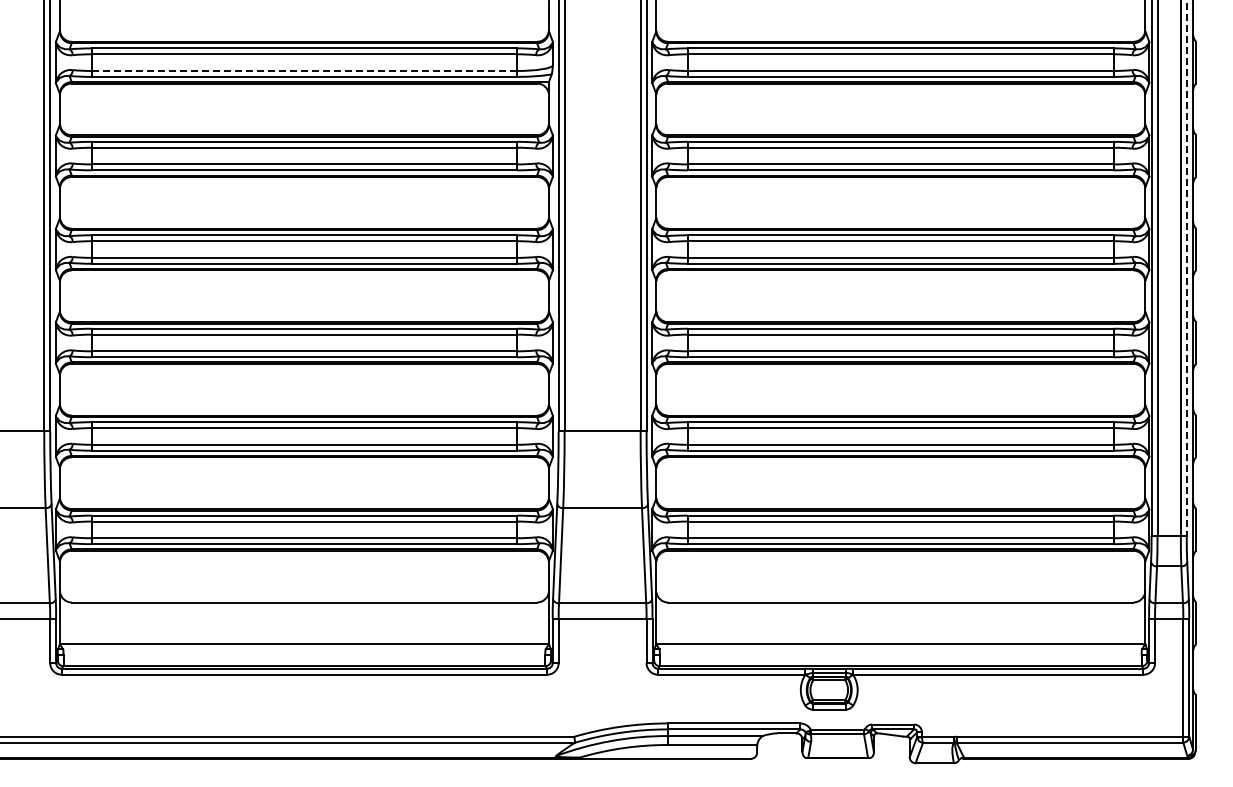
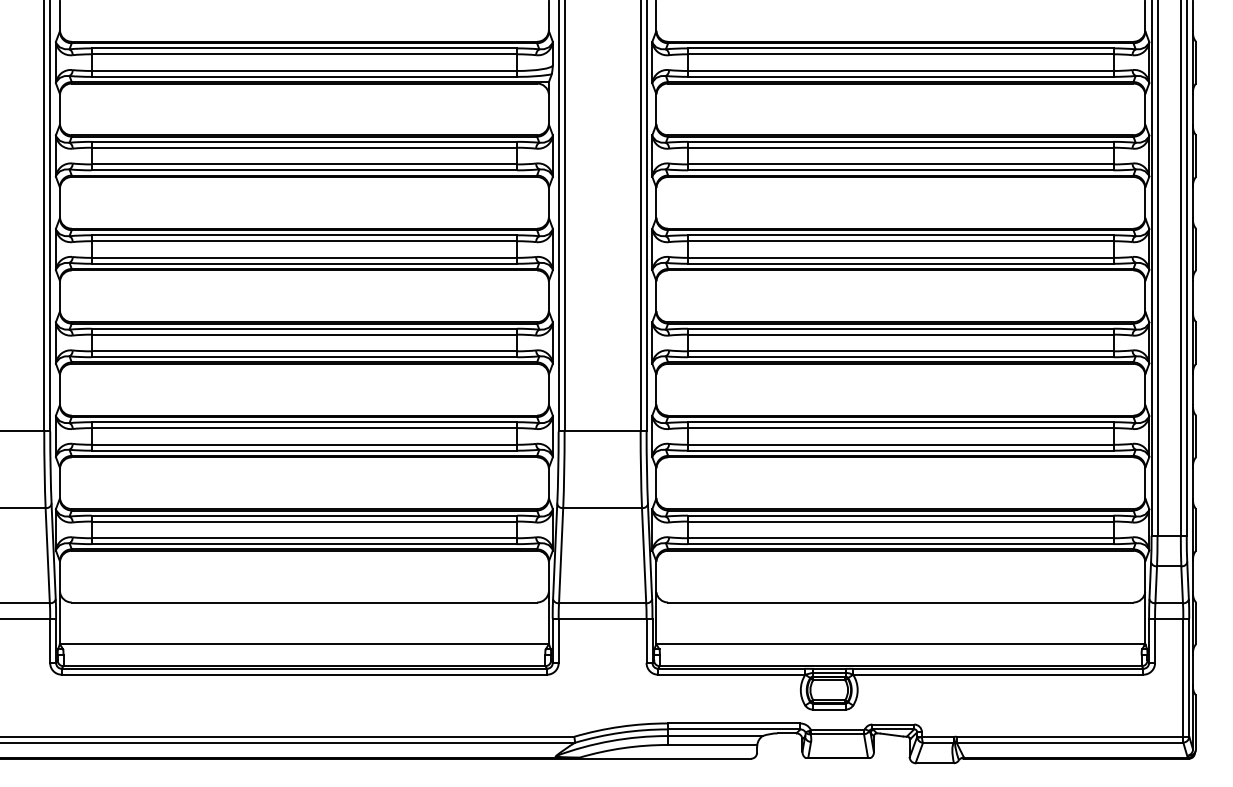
line at (304, 70): dashed -> solid
line at (1186, 268): dashed -> solid
